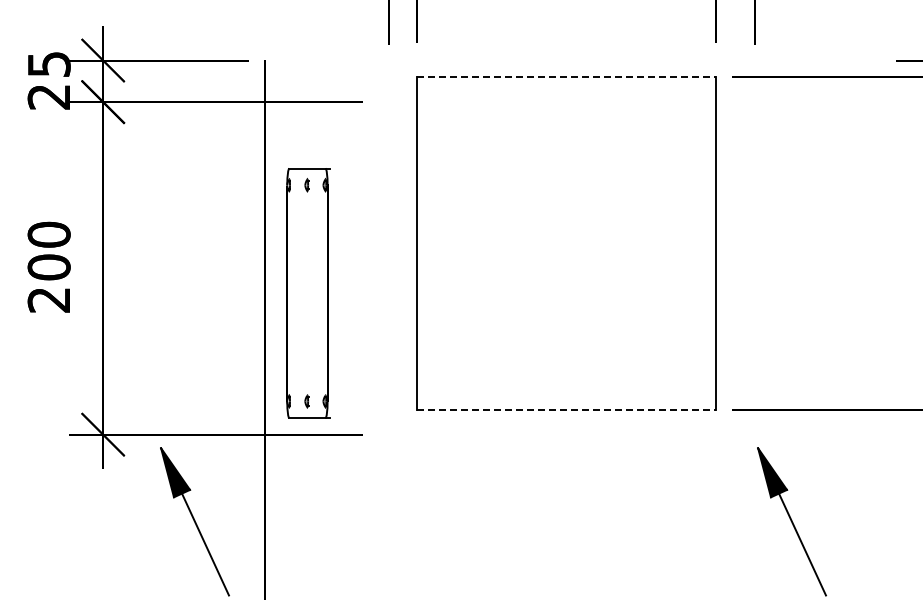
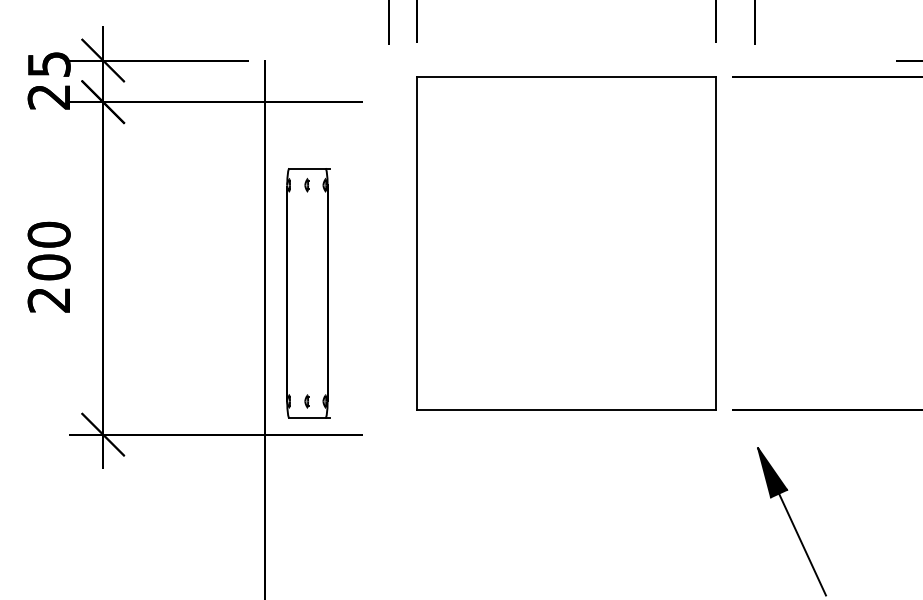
line at (566, 77): dashed -> solid
line at (566, 409): dashed -> solid
part at (194, 521): present -> none
